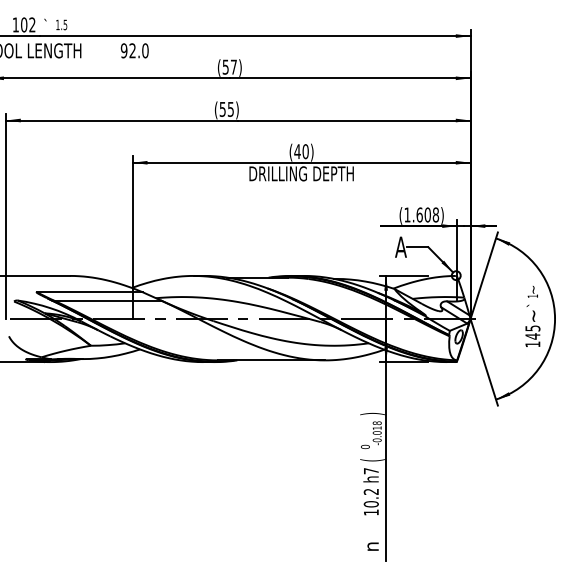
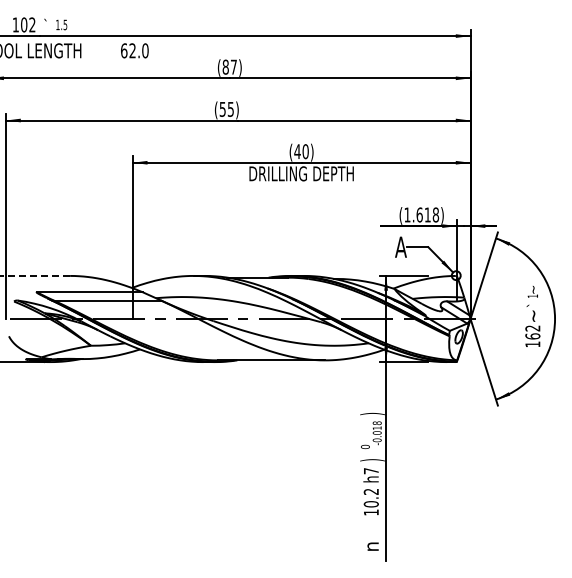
text at (123, 50): 92.0 -> 62.0
text at (225, 66): (57) -> (87)
text at (427, 214): (1.608) -> (1.618)
line at (35, 275): solid -> dashed
text at (532, 332): 145 -> 162
text at (372, 460): ( -> )
